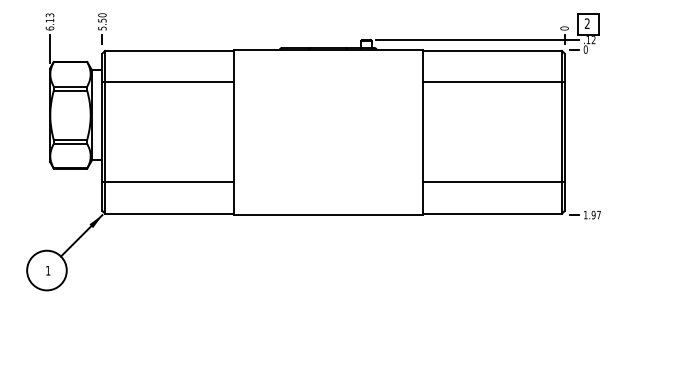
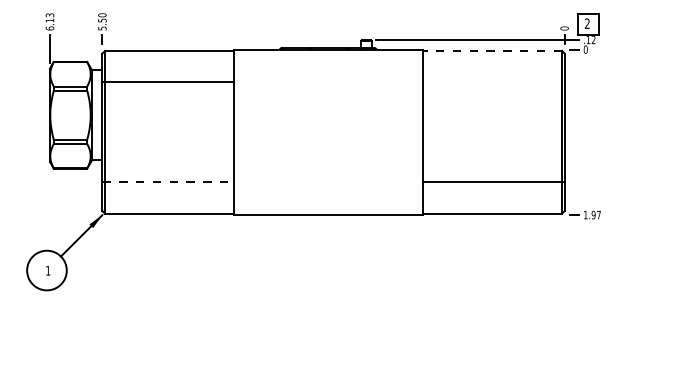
line at (492, 50): solid -> dashed
line at (493, 82): present -> none
line at (168, 182): solid -> dashed
